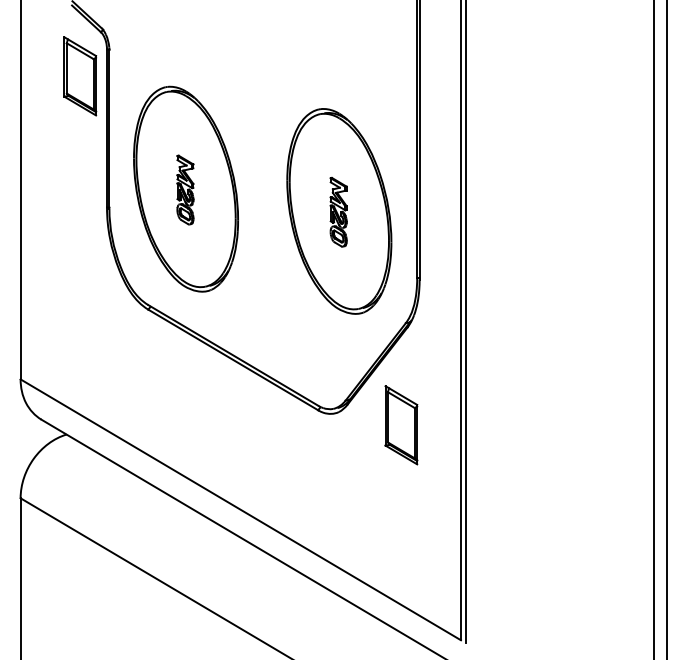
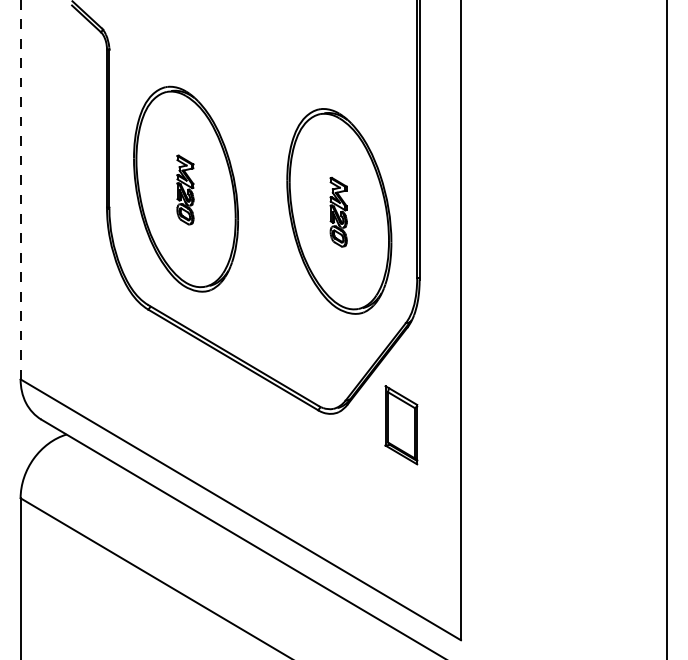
part at (80, 76): present -> none
line at (20, 189): solid -> dashed
line at (465, 322): present -> none
line at (654, 329): present -> none
